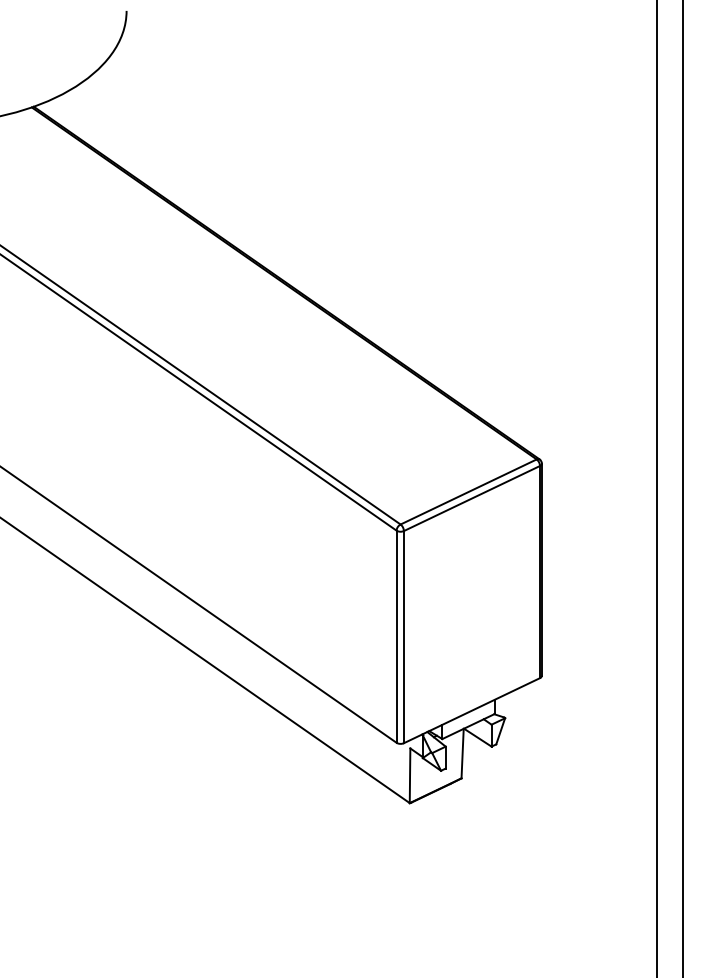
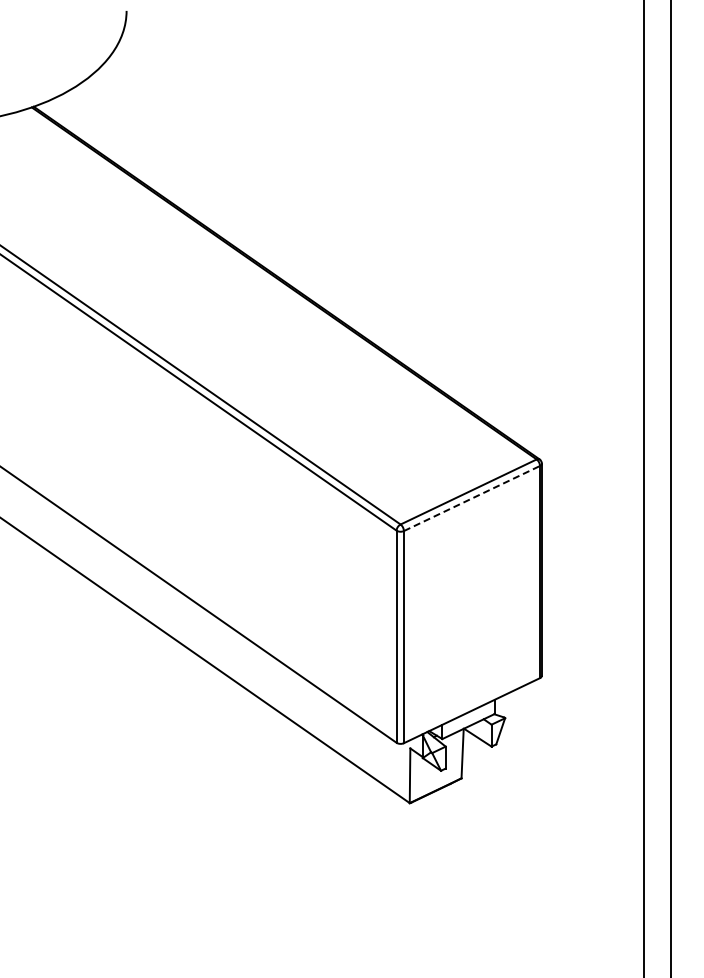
line at (657, 488) position: (657, 488) -> (644, 488)
line at (683, 488) position: (683, 488) -> (671, 488)
line at (472, 498): solid -> dashed
